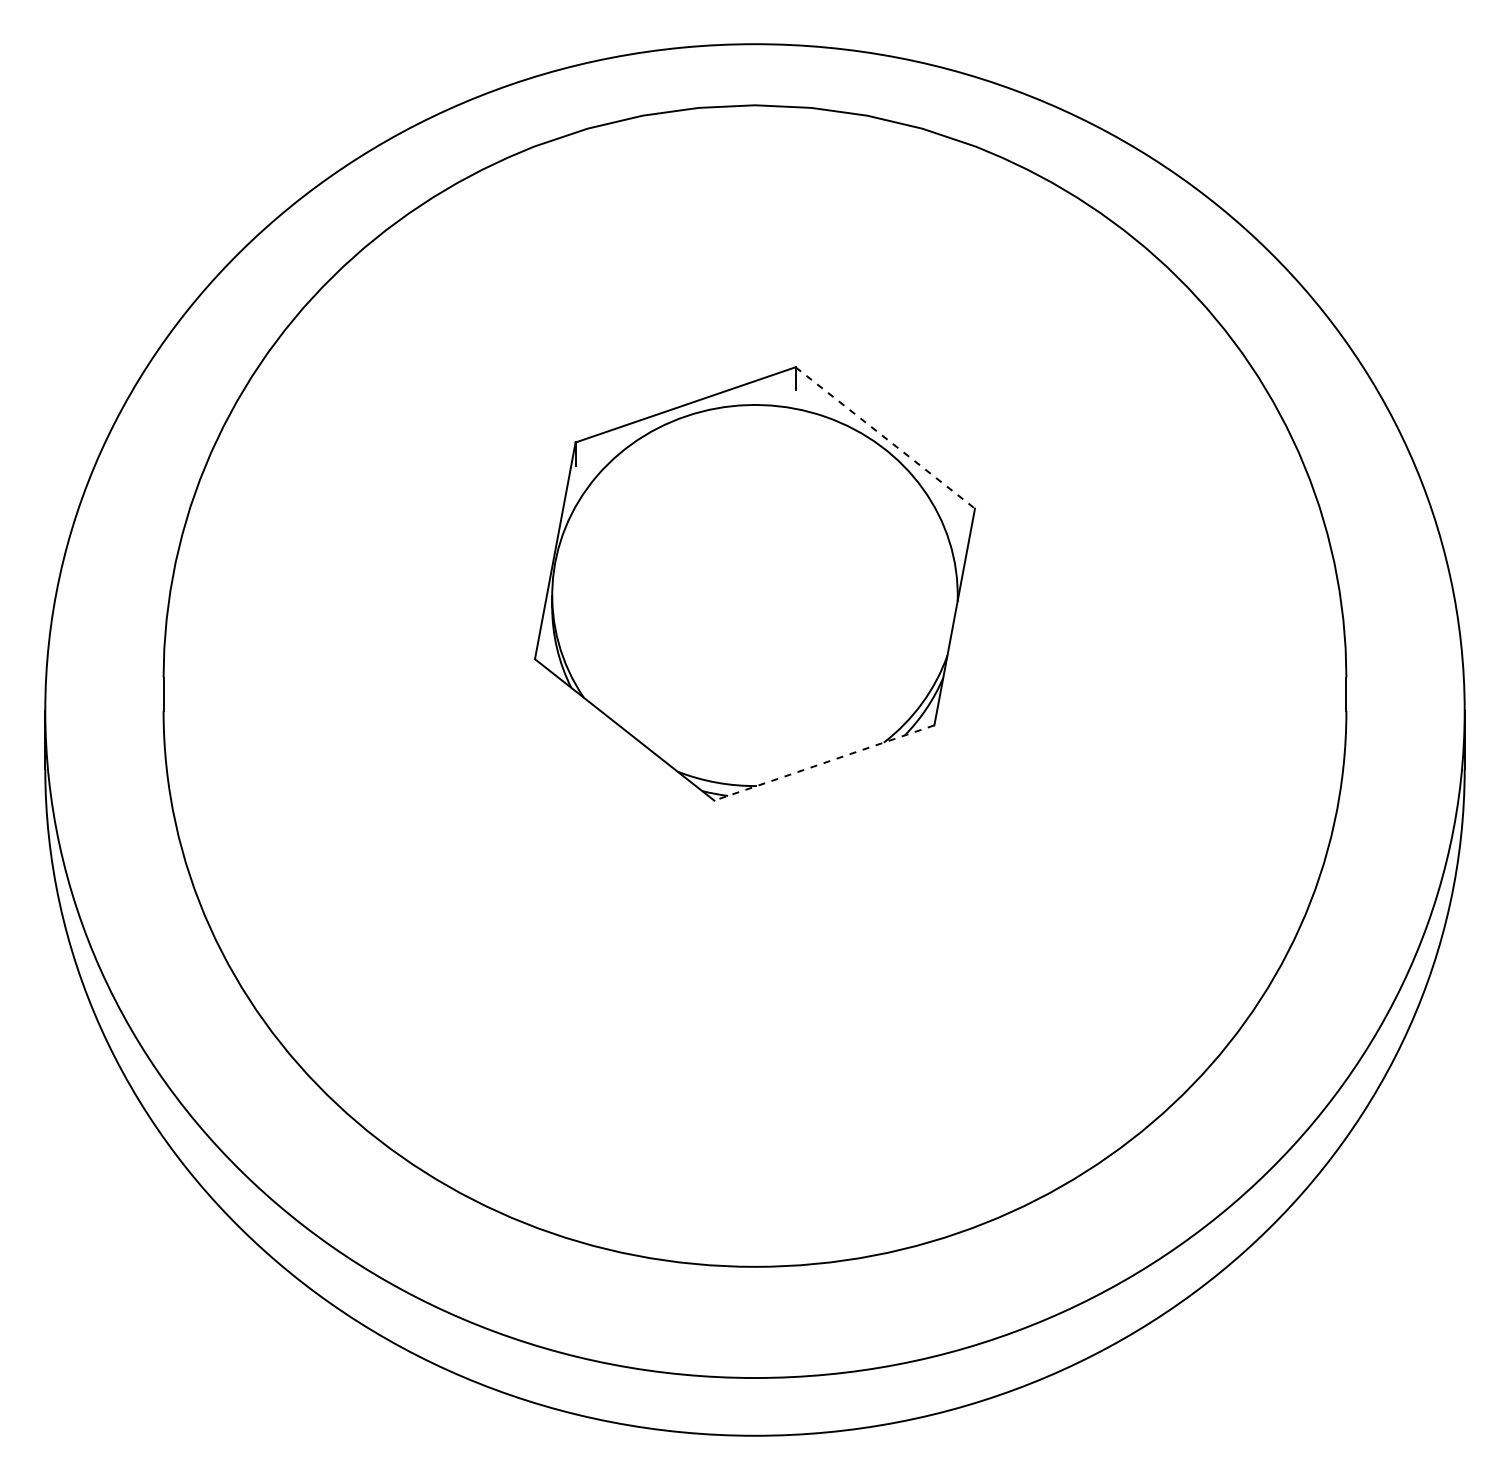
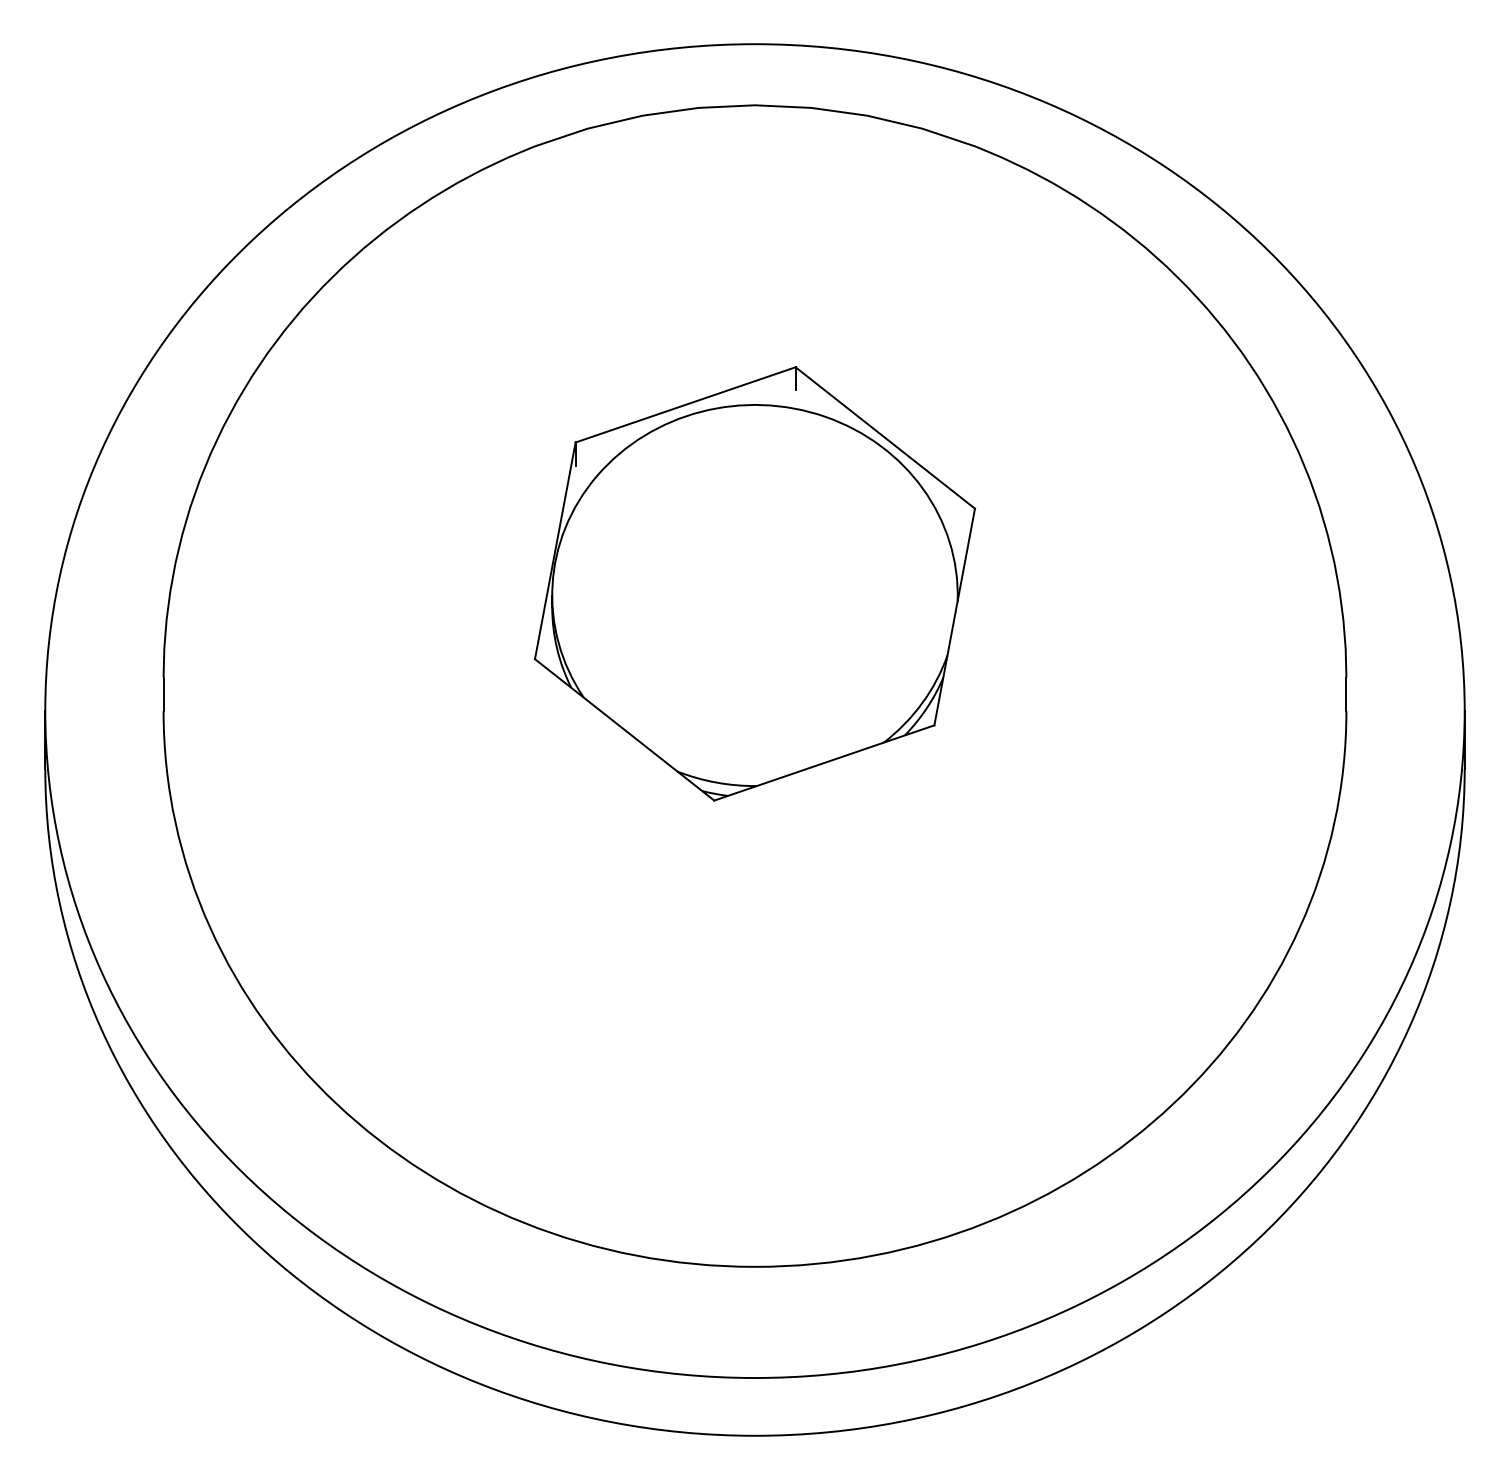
line at (885, 438): dashed -> solid
line at (823, 763): dashed -> solid
